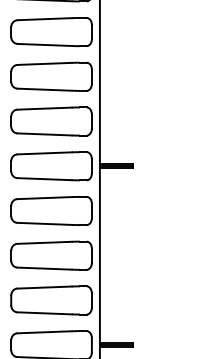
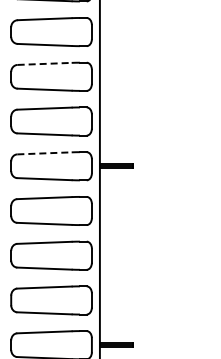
line at (45, 63): solid -> dashed
line at (45, 153): solid -> dashed
